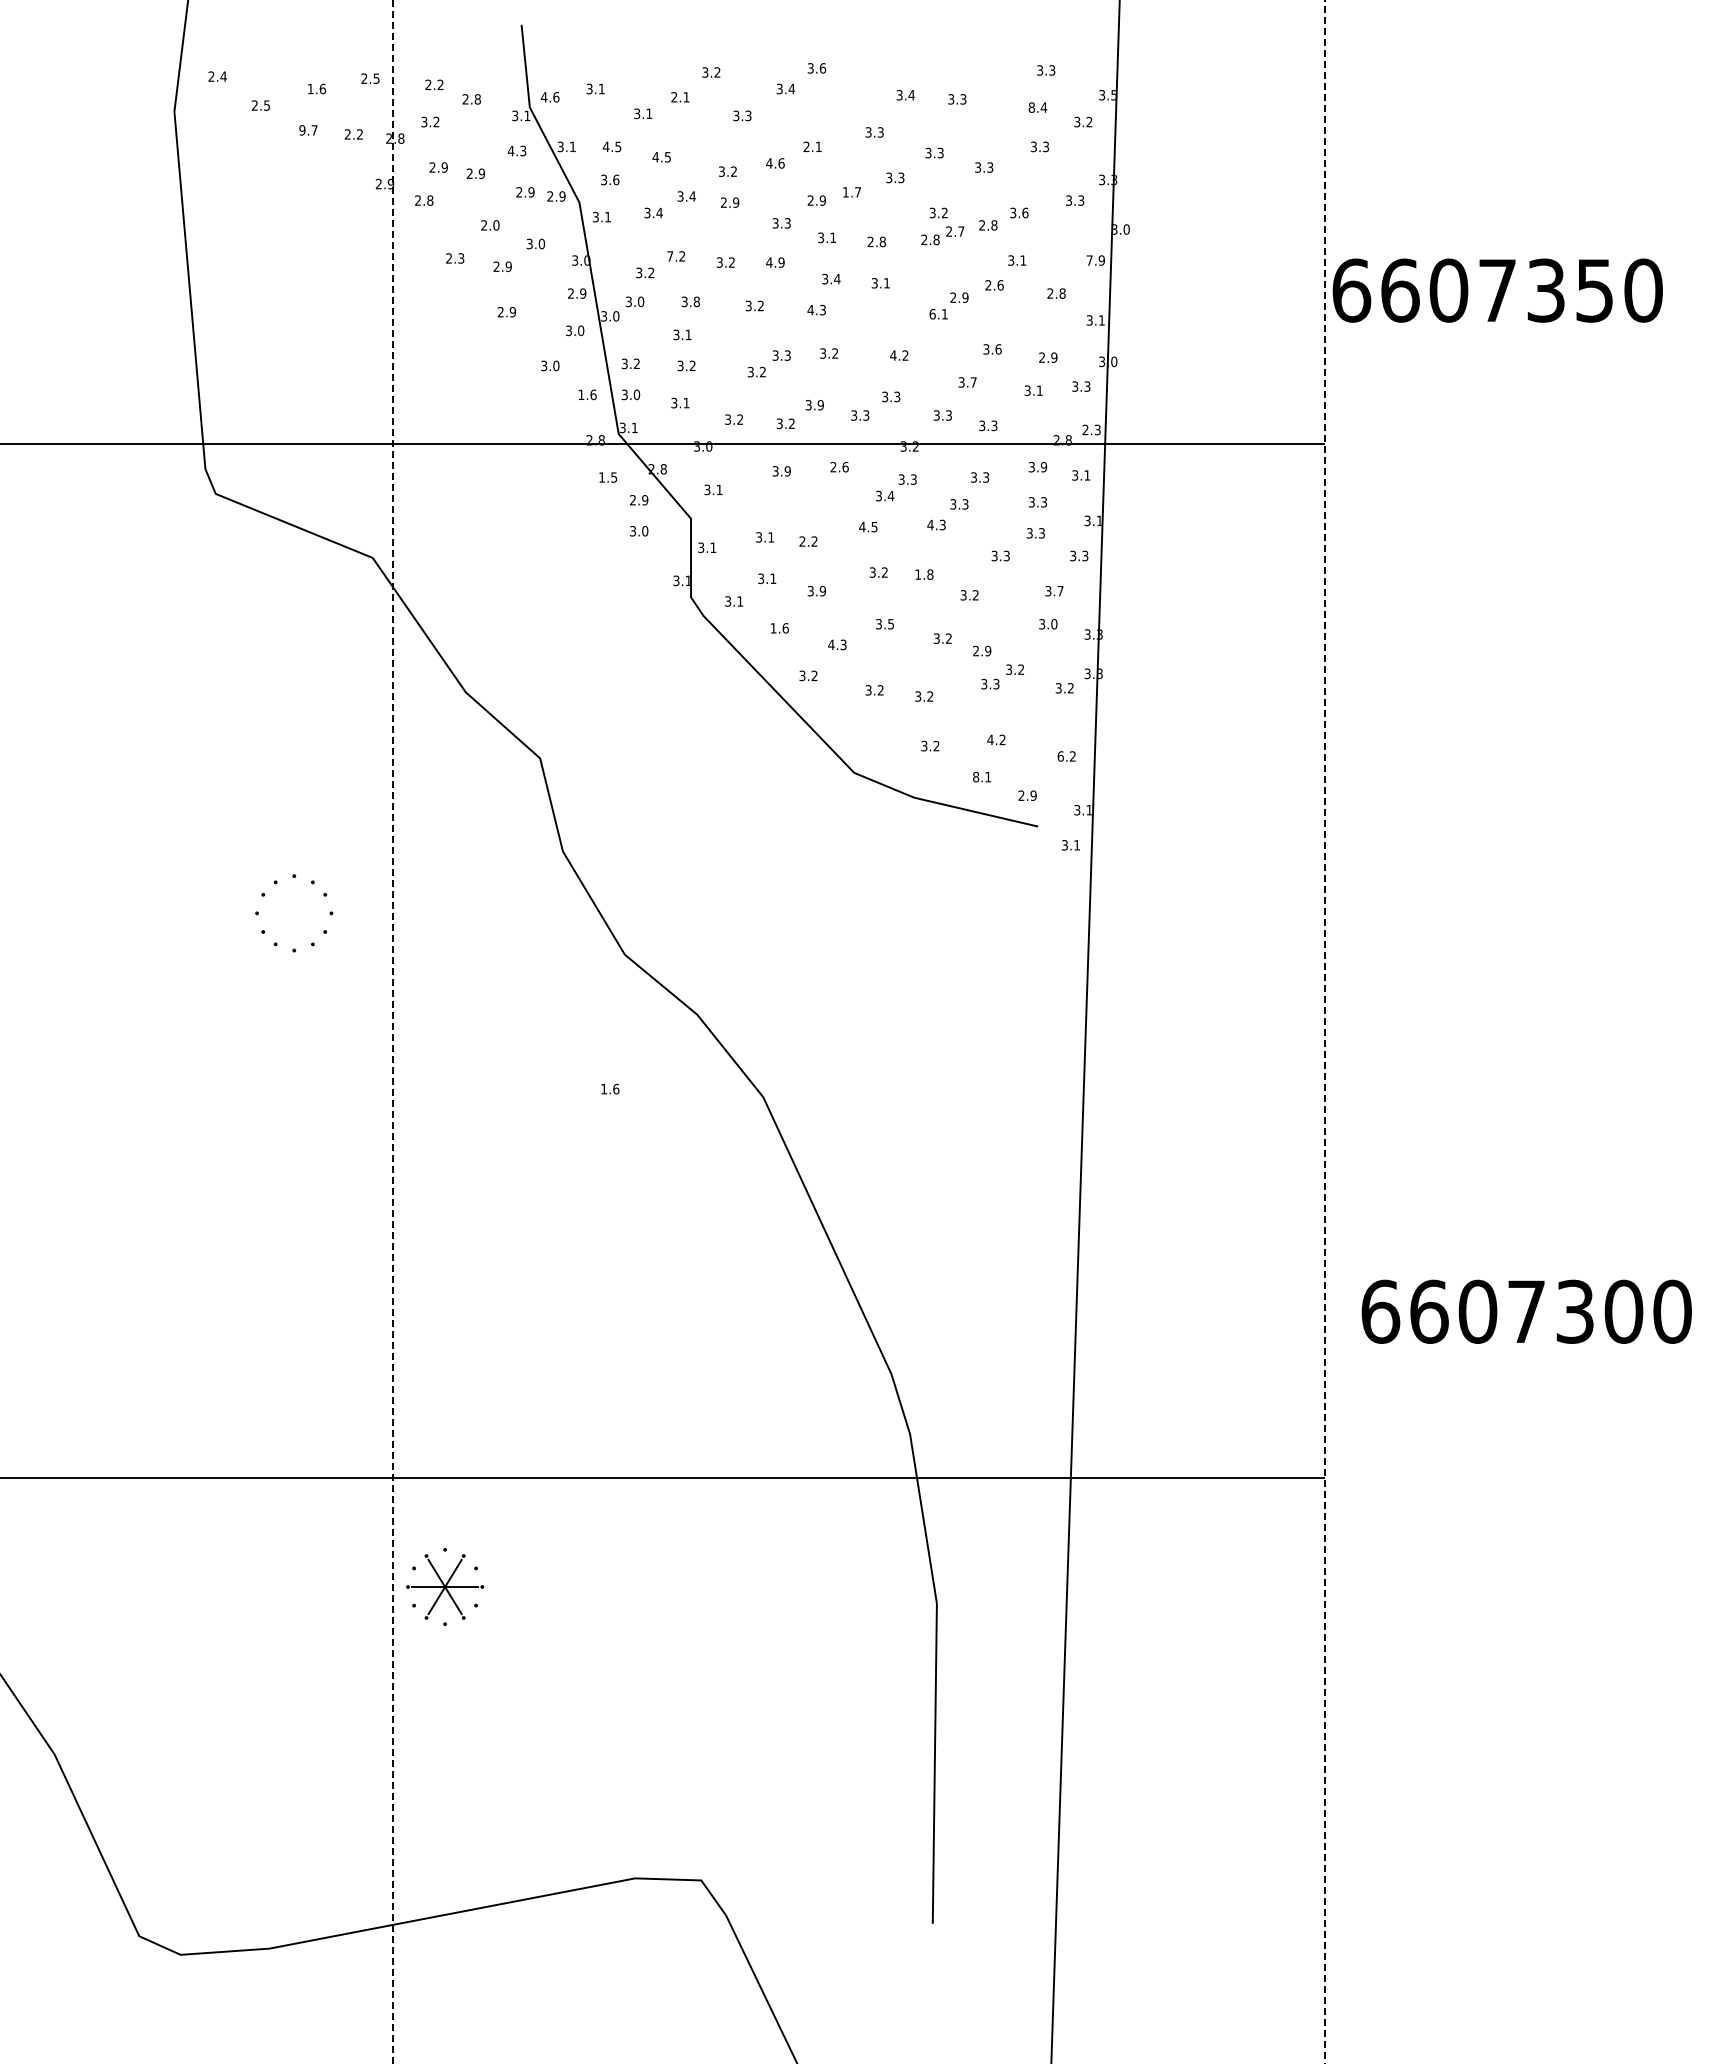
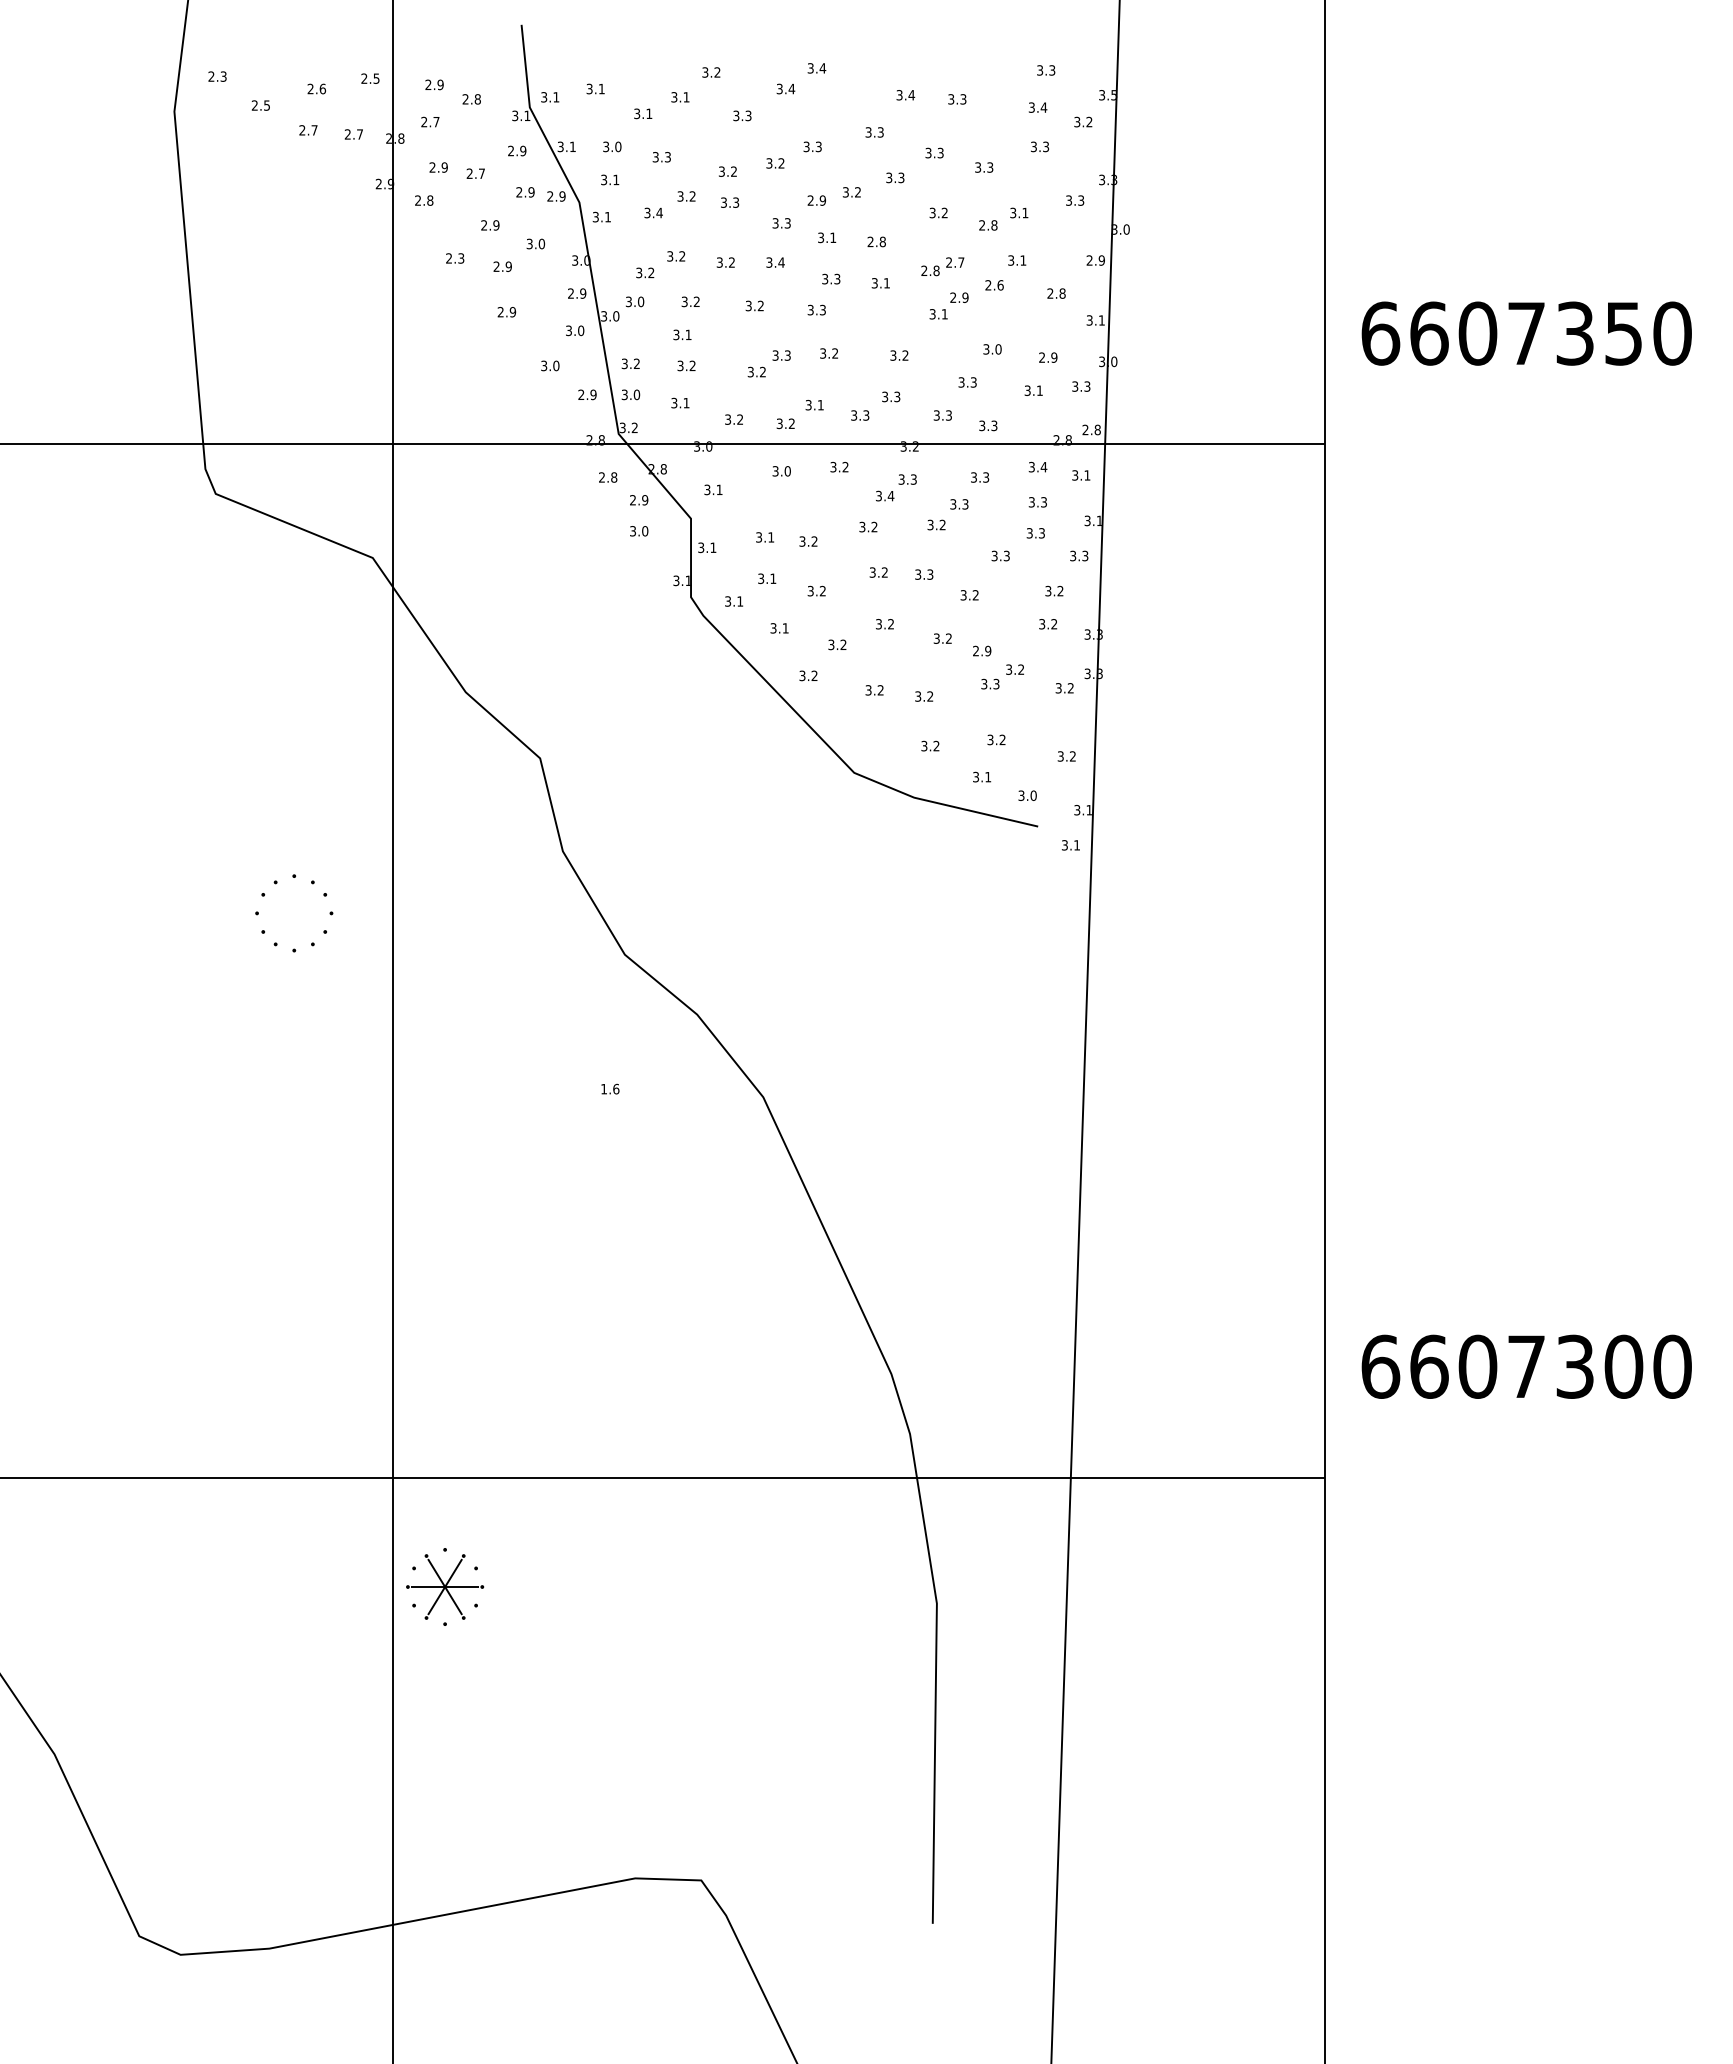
text at (822, 68): 3.6 -> 3.4
text at (223, 76): 2.4 -> 2.3
text at (440, 84): 2.2 -> 2.9
text at (310, 88): 1.6 -> 2.6
text at (549, 97): 4.6 -> 3.1
text at (674, 97): 2.1 -> 3.1
text at (1031, 107): 8.4 -> 3.4
text at (430, 121): 3.2 -> 2.7
text at (302, 130): 9.7 -> 2.7
text at (359, 134): 2.2 -> 2.7
text at (611, 146): 4.5 -> 3.0
text at (812, 146): 2.1 -> 3.3
text at (516, 150): 4.3 -> 2.9
text at (661, 157): 4.5 -> 3.3
text at (775, 163): 4.6 -> 3.2
text at (481, 173): 2.9 -> 2.7
text at (616, 179): 3.6 -> 3.1
text at (851, 192): 1.7 -> 3.2
text at (692, 196): 3.4 -> 3.2
text at (730, 202): 2.9 -> 3.3
text at (1025, 212): 3.6 -> 3.1
text at (496, 225): 2.0 -> 2.9
text at (942, 235) position: (942, 235) -> (942, 266)
text at (670, 256): 7.2 -> 3.2
text at (1089, 260): 7.9 -> 2.9
text at (775, 262): 4.9 -> 3.4
text at (837, 278): 3.4 -> 3.3
text at (1497, 290) position: (1497, 290) -> (1526, 333)
text at (696, 301): 3.8 -> 3.2
text at (810, 309): 4.3 -> 3.3
text at (932, 314): 6.1 -> 3.1
text at (998, 349): 3.6 -> 3.0
text at (893, 355): 4.2 -> 3.2
text at (973, 382): 3.7 -> 3.3
text at (587, 394): 1.6 -> 2.9
text at (820, 404): 3.9 -> 3.1
text at (634, 427): 3.1 -> 3.2
text at (1097, 429): 2.3 -> 2.8
text at (839, 466): 2.6 -> 3.2
text at (1043, 466): 3.9 -> 3.4
text at (787, 471): 3.9 -> 3.0
text at (608, 477): 1.5 -> 2.8
text at (936, 524): 4.3 -> 3.2
text at (868, 526): 4.5 -> 3.2
text at (802, 541): 2.2 -> 3.2
text at (924, 574): 1.8 -> 3.3
text at (1060, 590): 3.7 -> 3.2
text at (822, 591): 3.9 -> 3.2
text at (890, 624): 3.5 -> 3.2
text at (1054, 624): 3.0 -> 3.2
text at (779, 628): 1.6 -> 3.1
text at (837, 644): 4.3 -> 3.2
text at (990, 739): 4.2 -> 3.2
text at (1060, 756): 6.2 -> 3.2
text at (976, 777): 8.1 -> 3.1
text at (1027, 795): 2.9 -> 3.0
line at (393, 1031): dashed -> solid
line at (1325, 1031): dashed -> solid
text at (1526, 1311) position: (1526, 1311) -> (1526, 1366)
